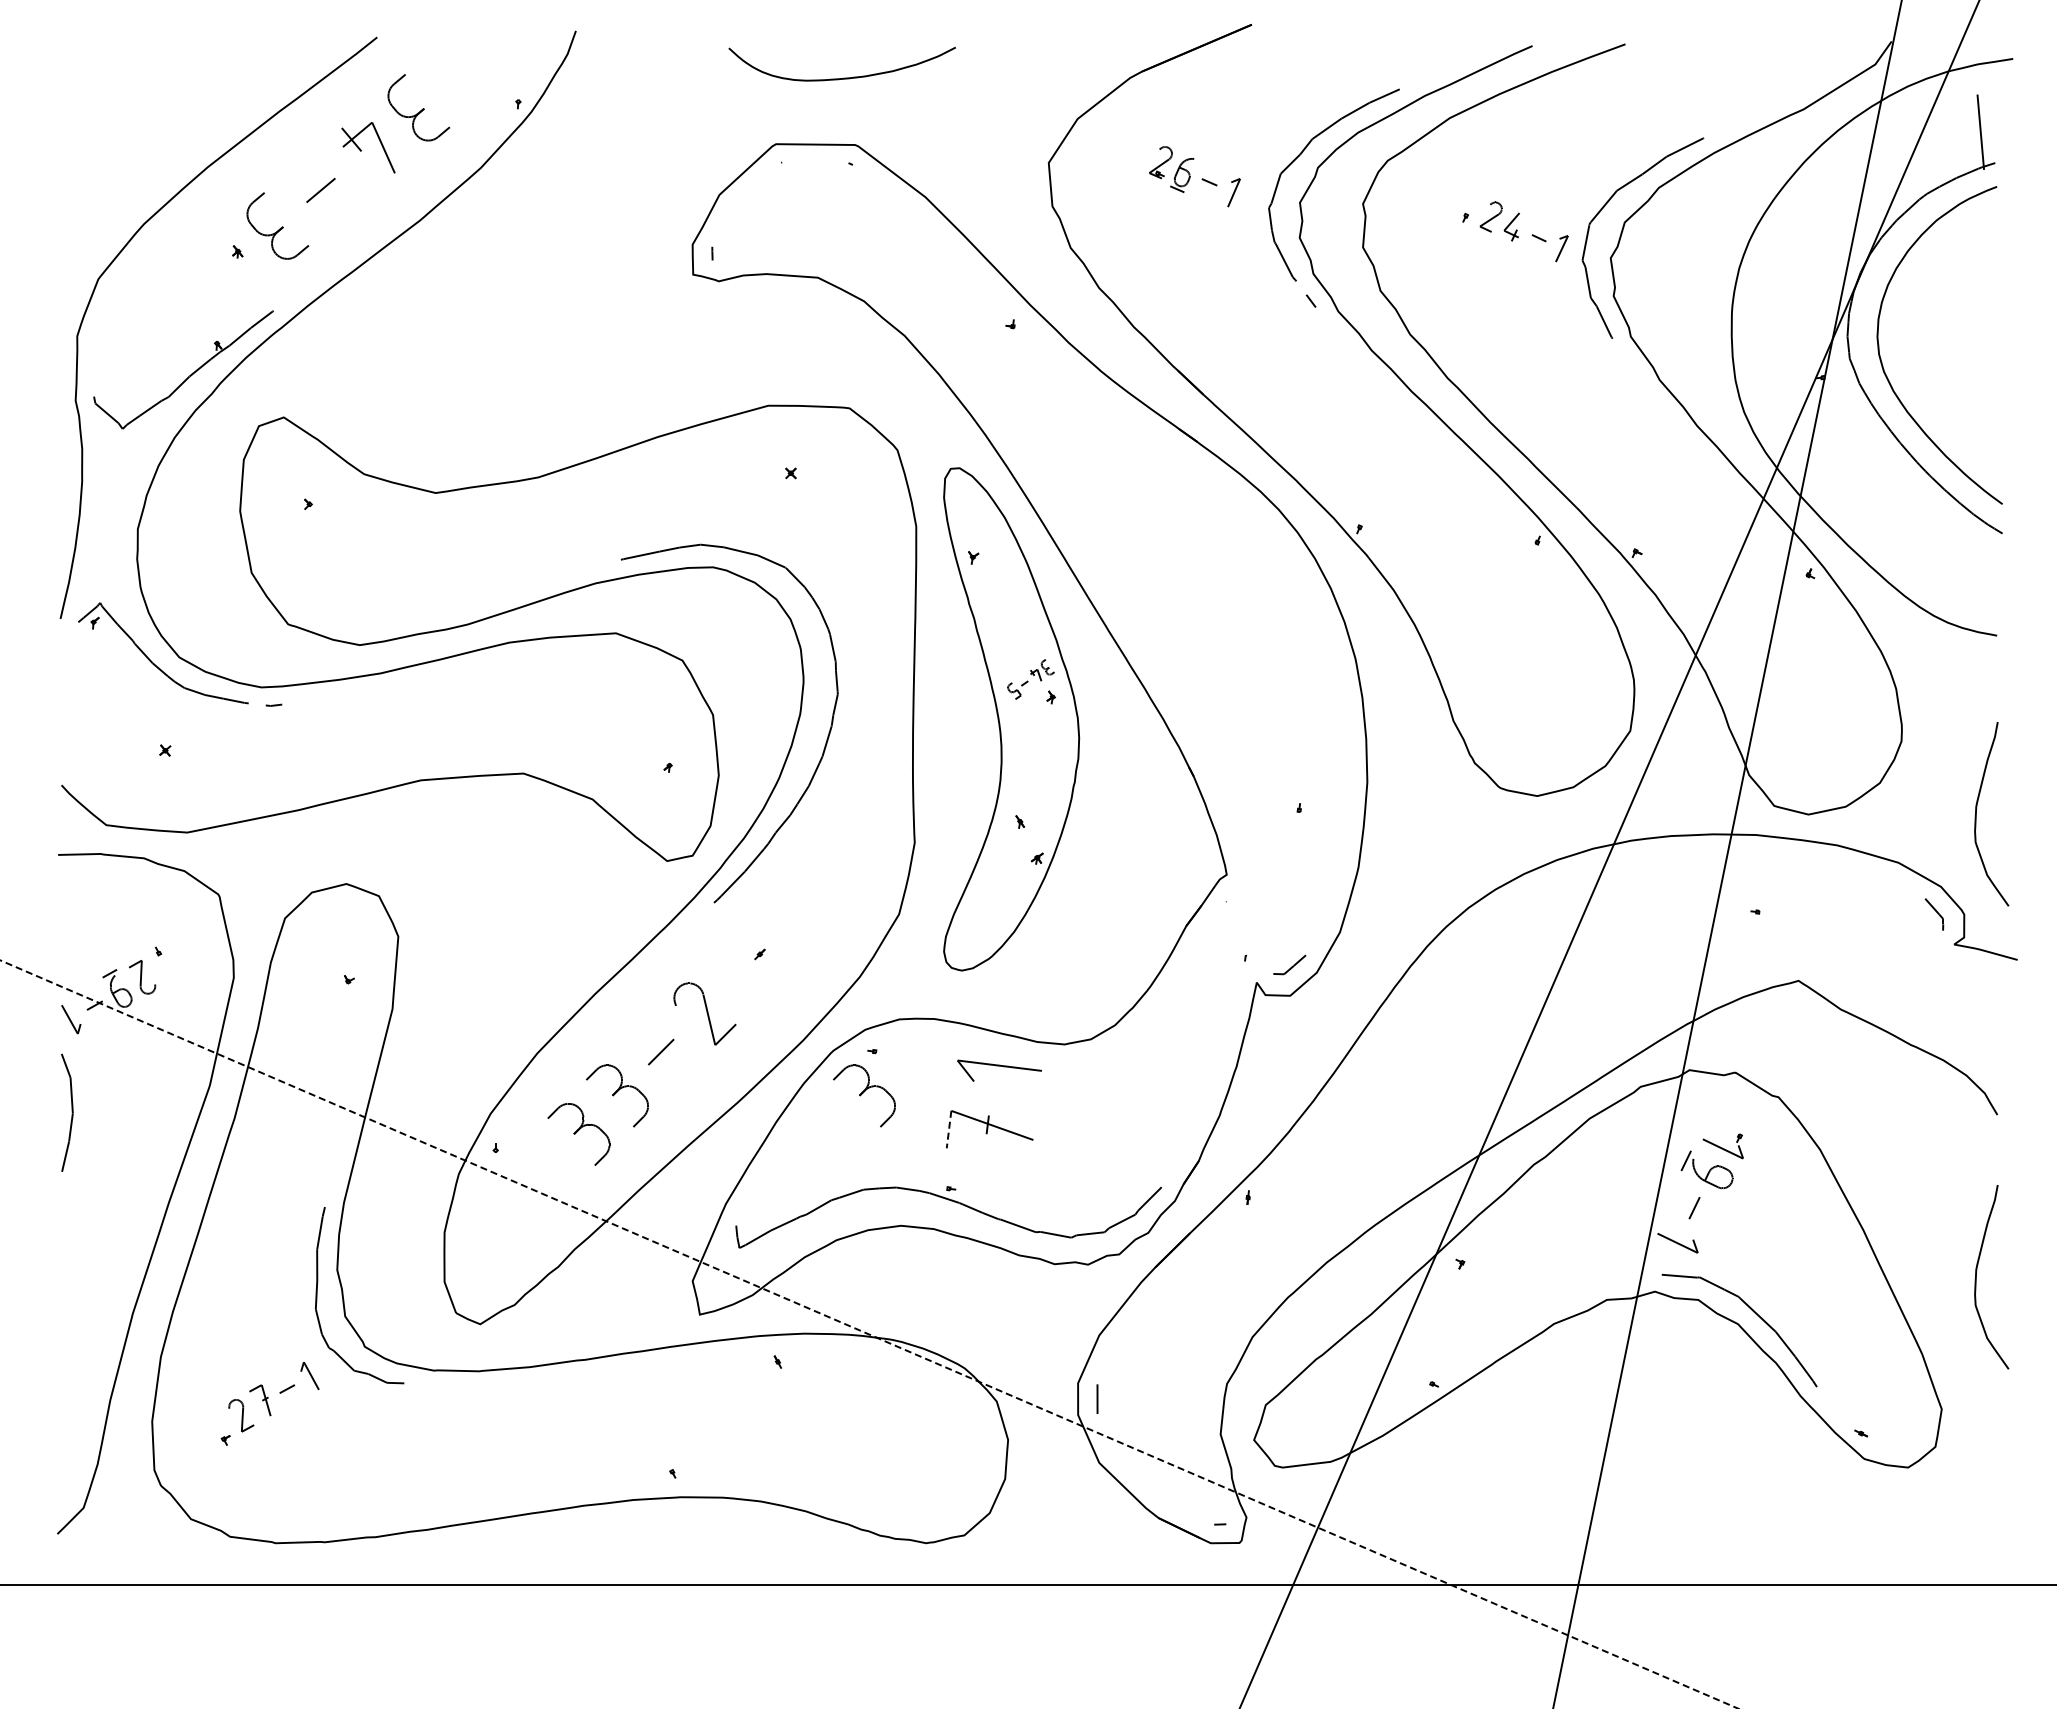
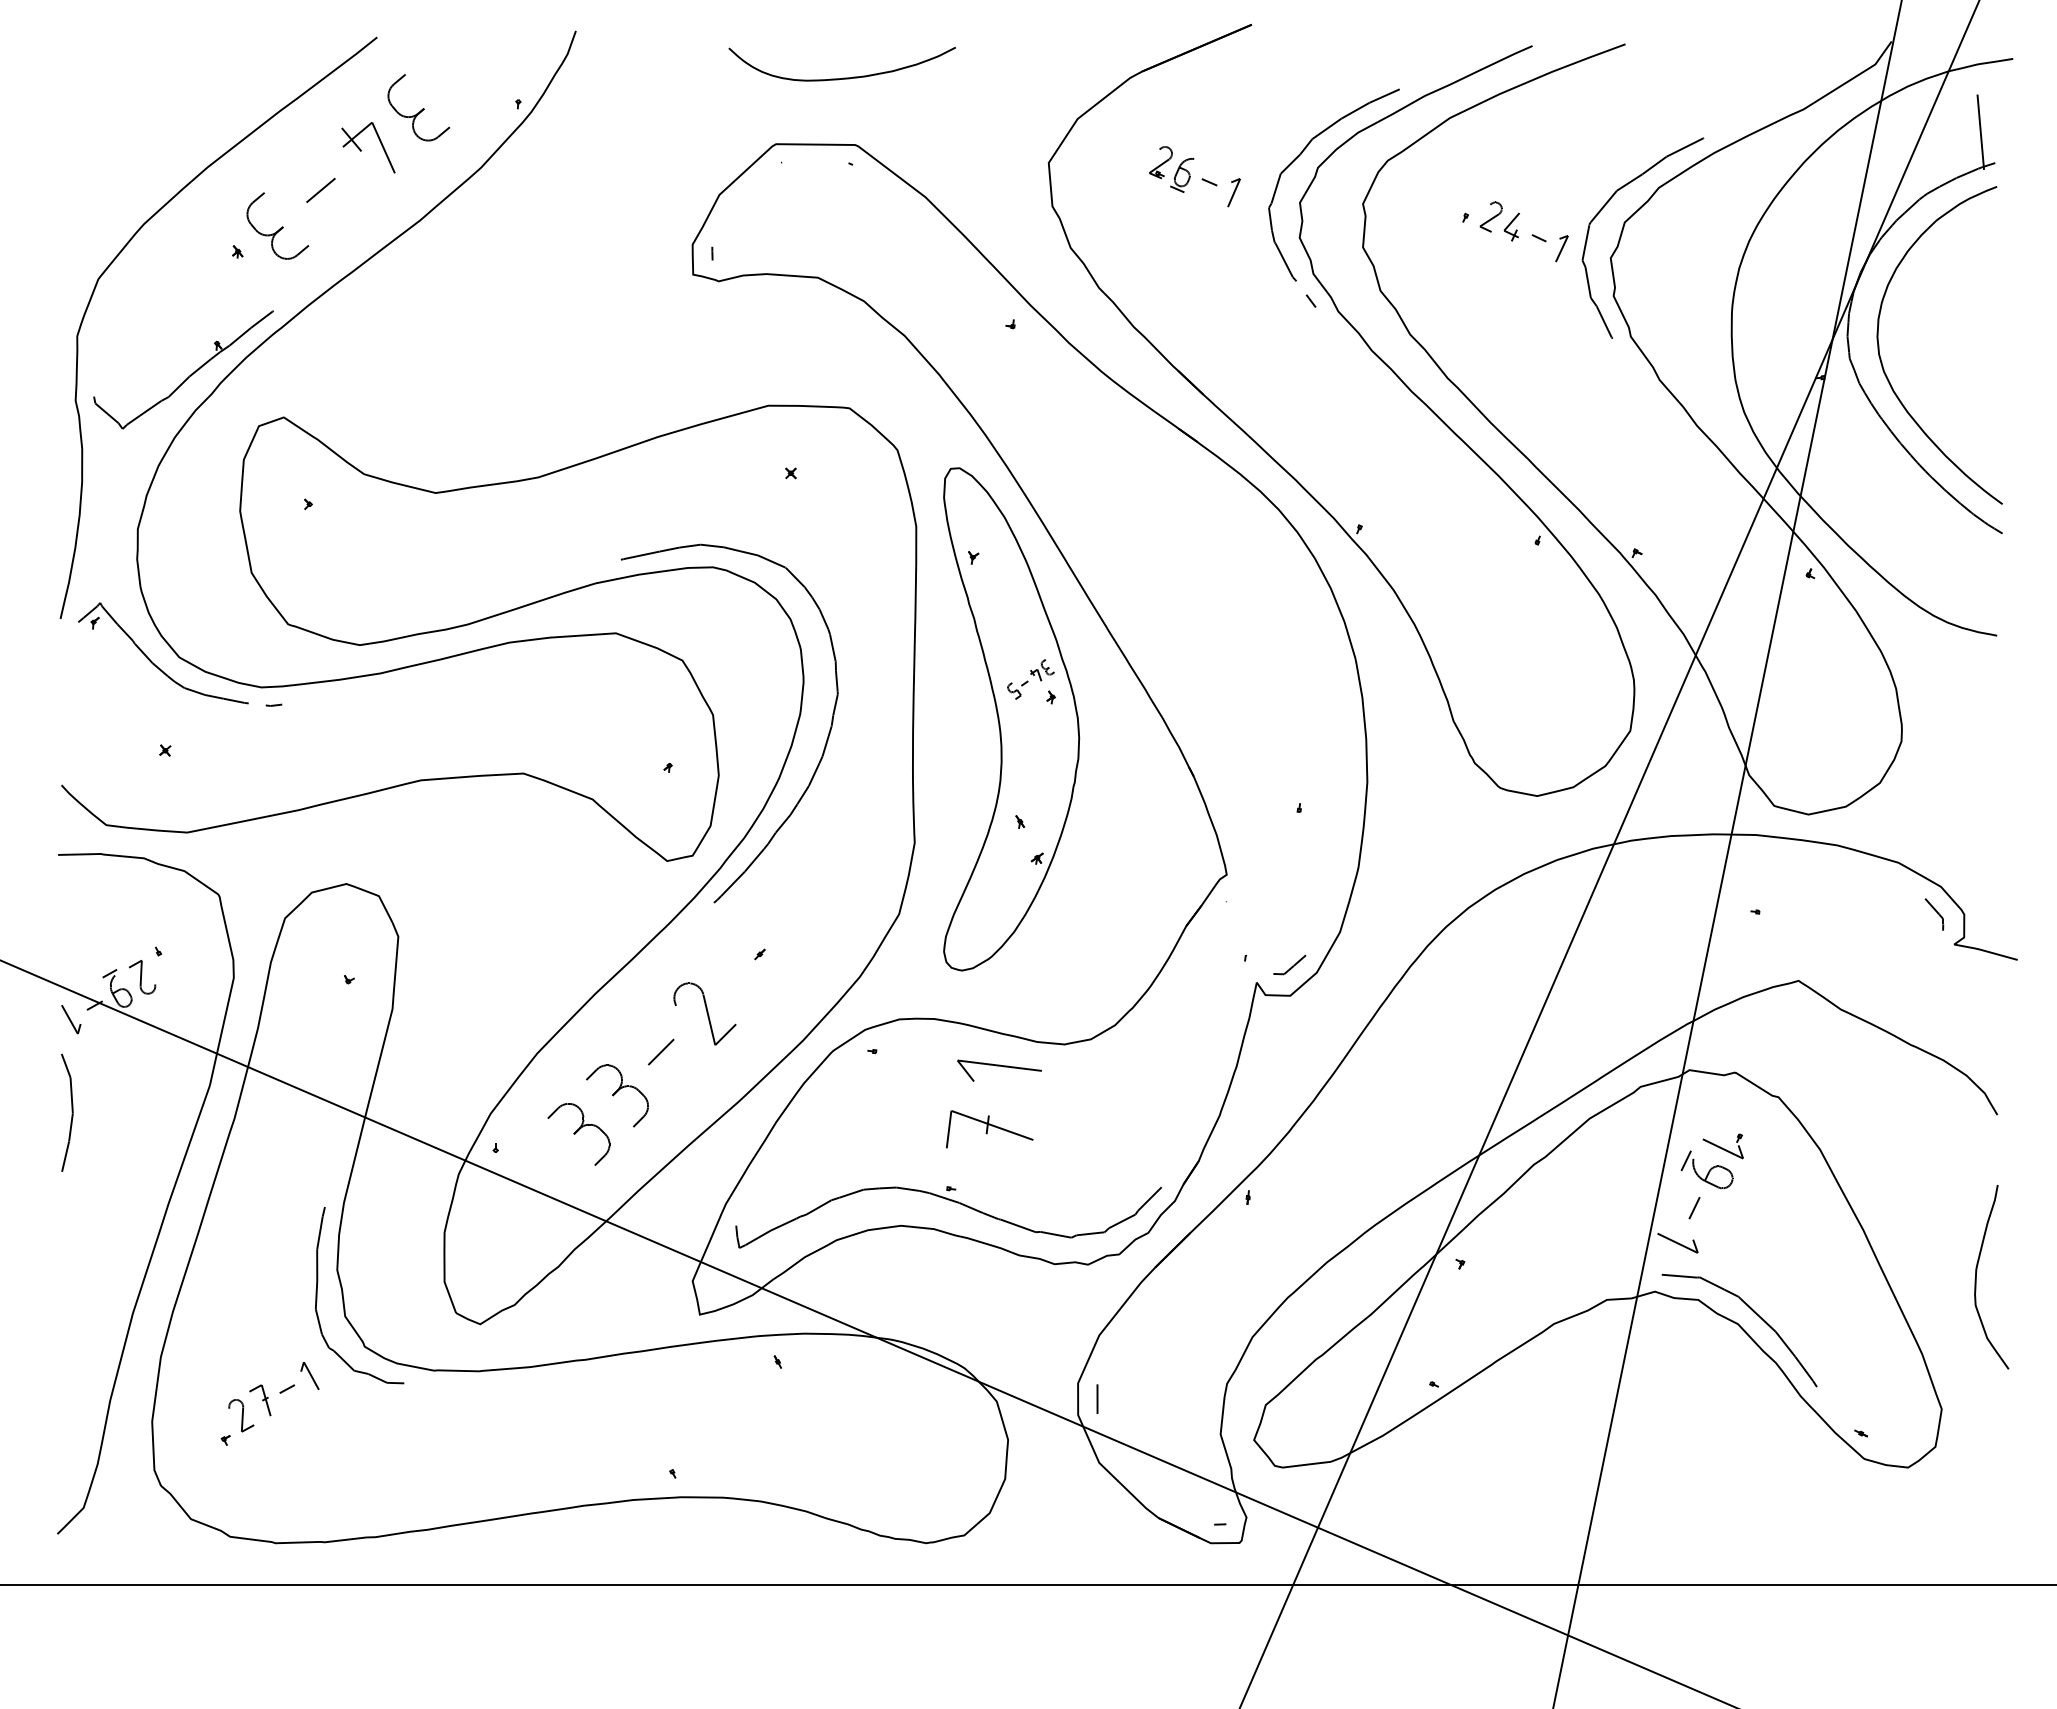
curve at (1976, 814): present -> none
part at (864, 1095): present -> none
line at (949, 1129): dashed -> solid
line at (869, 1334): dashed -> solid
